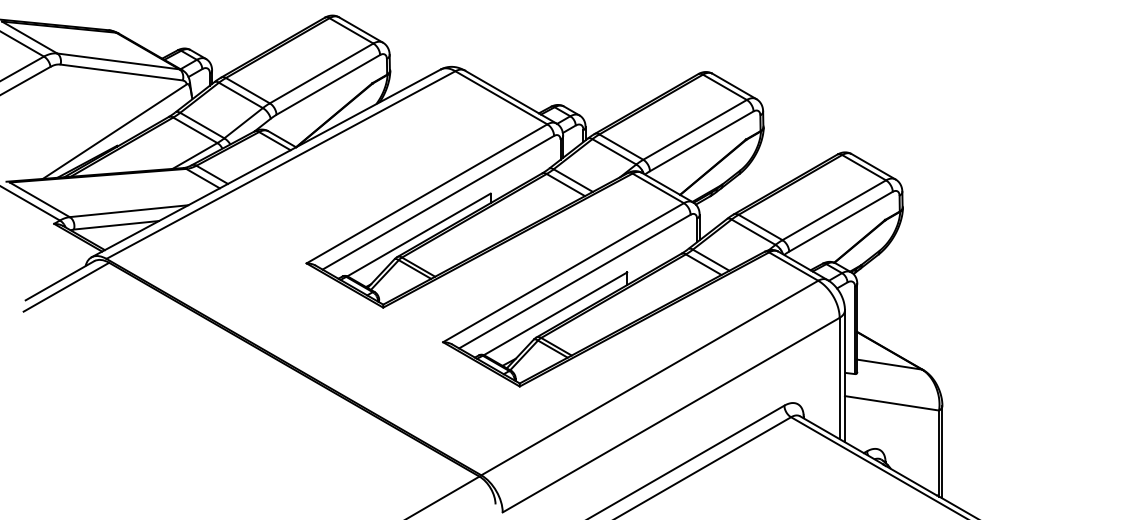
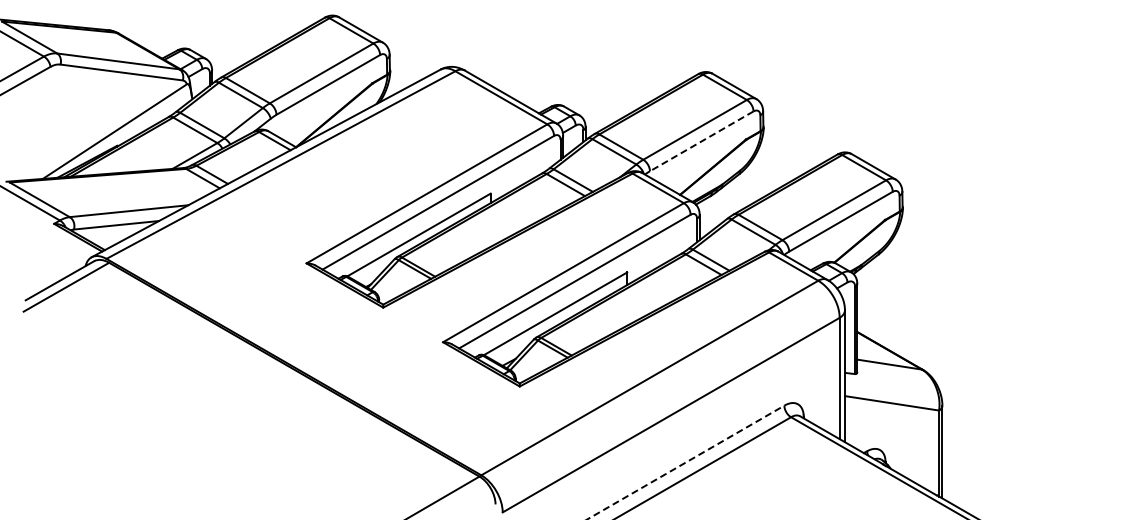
line at (701, 141): solid -> dashed
line at (685, 462): solid -> dashed
